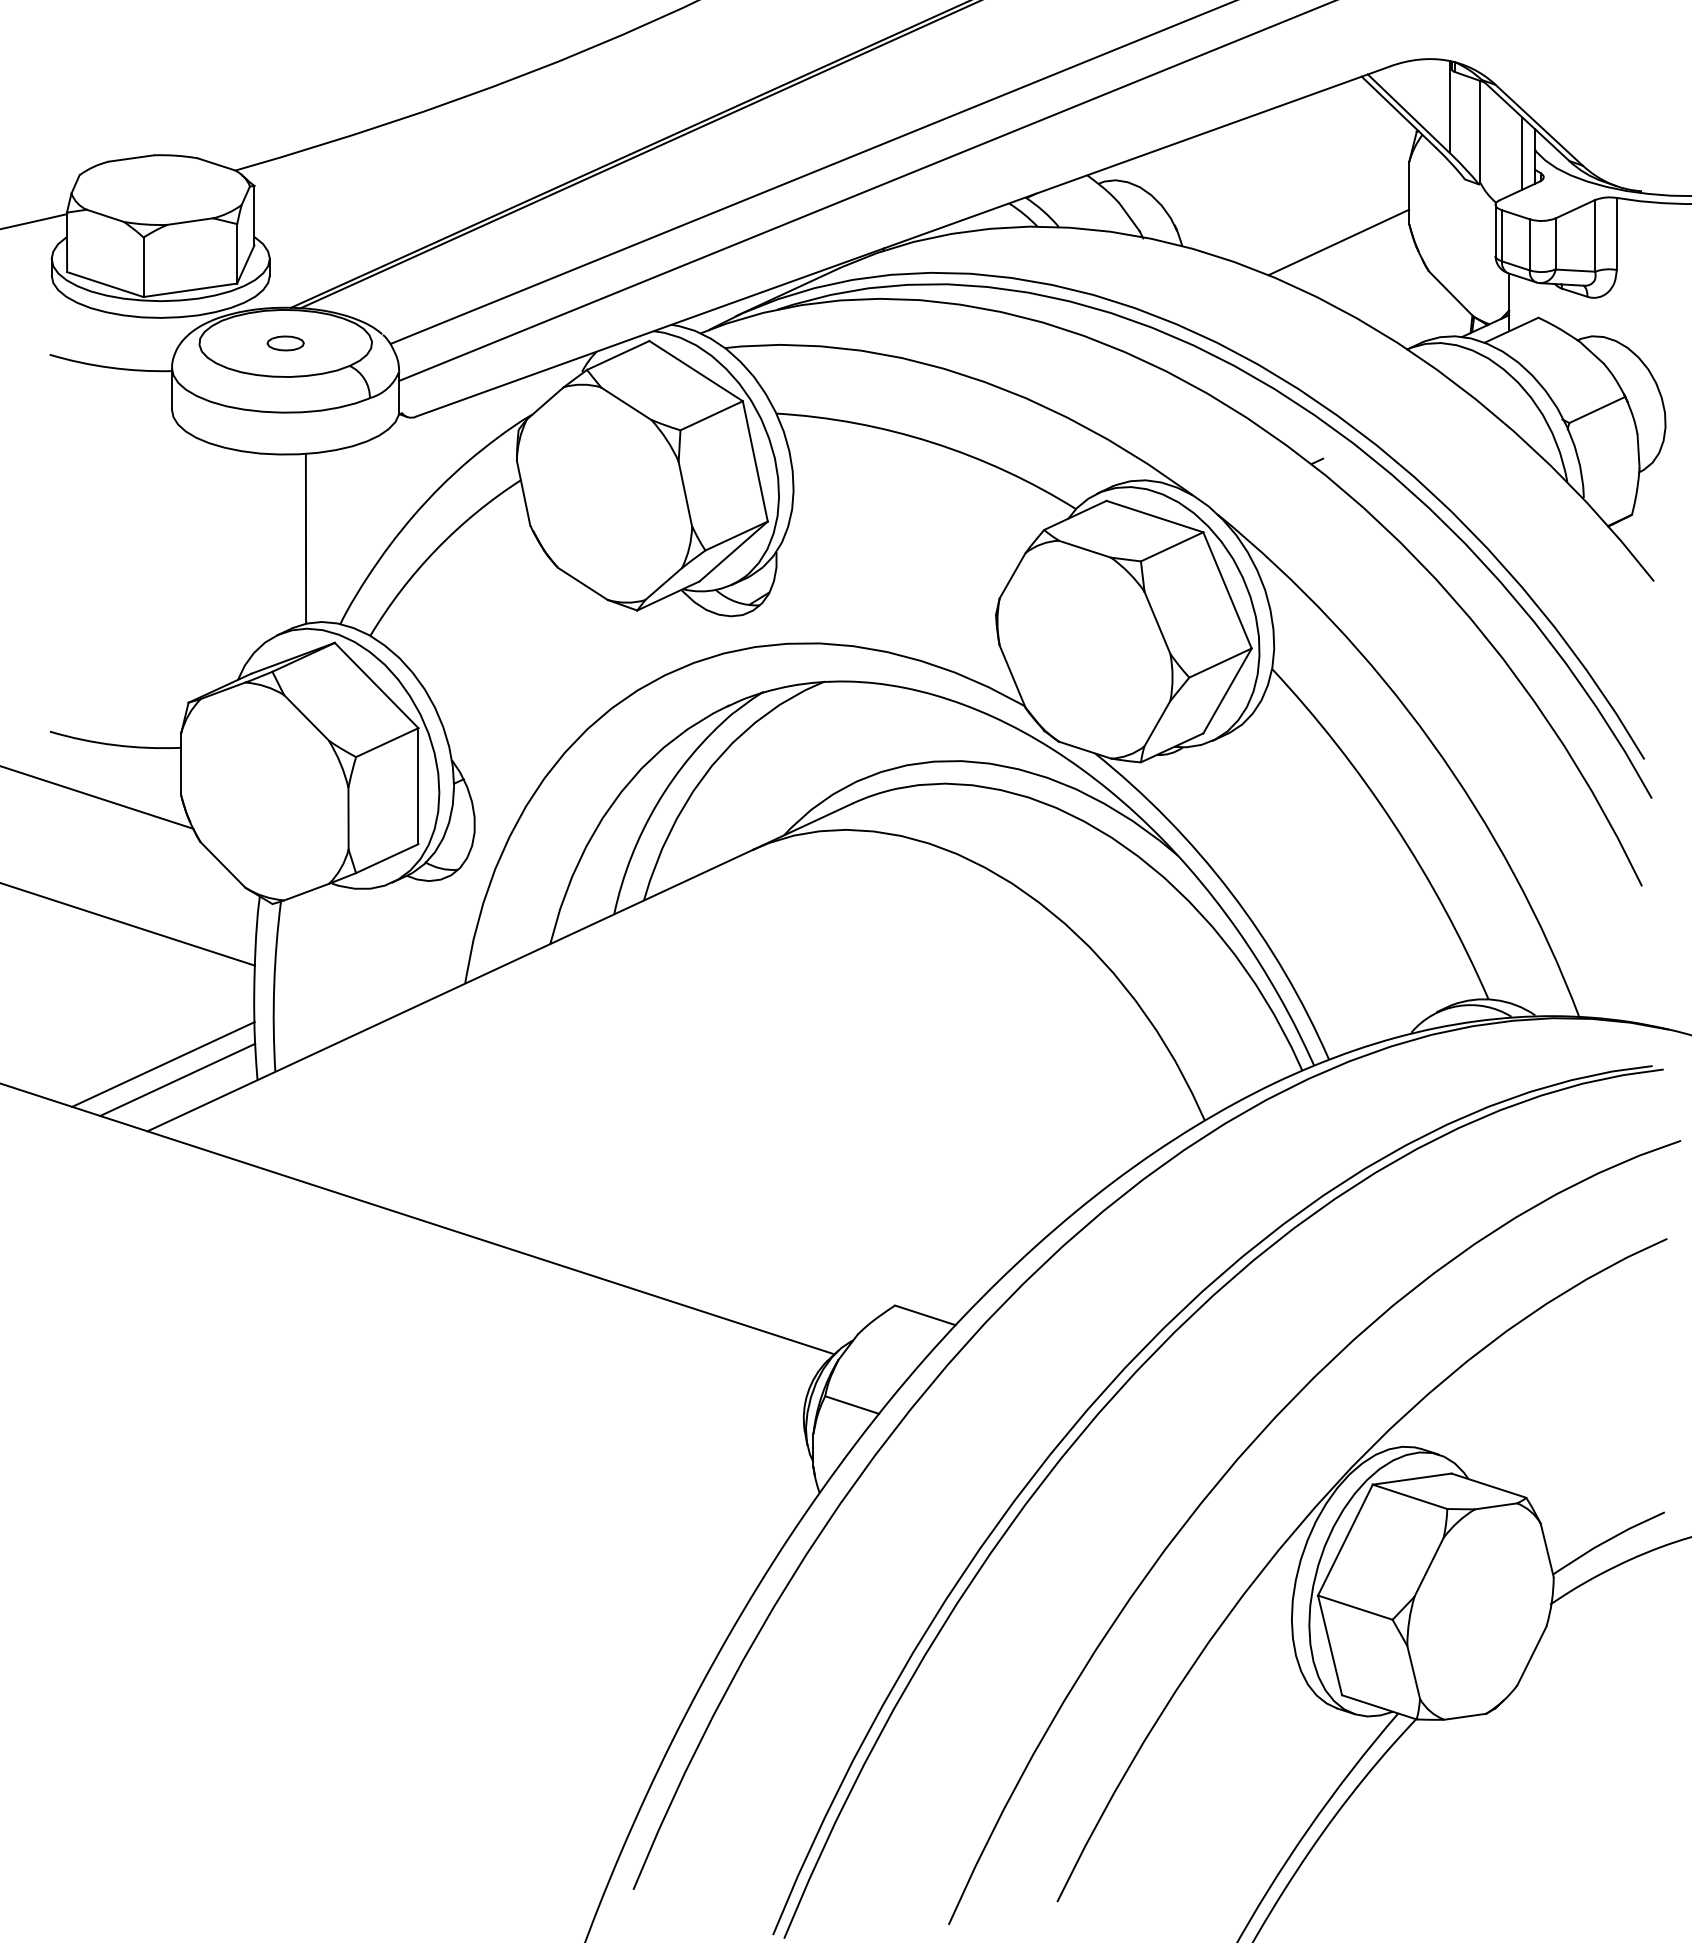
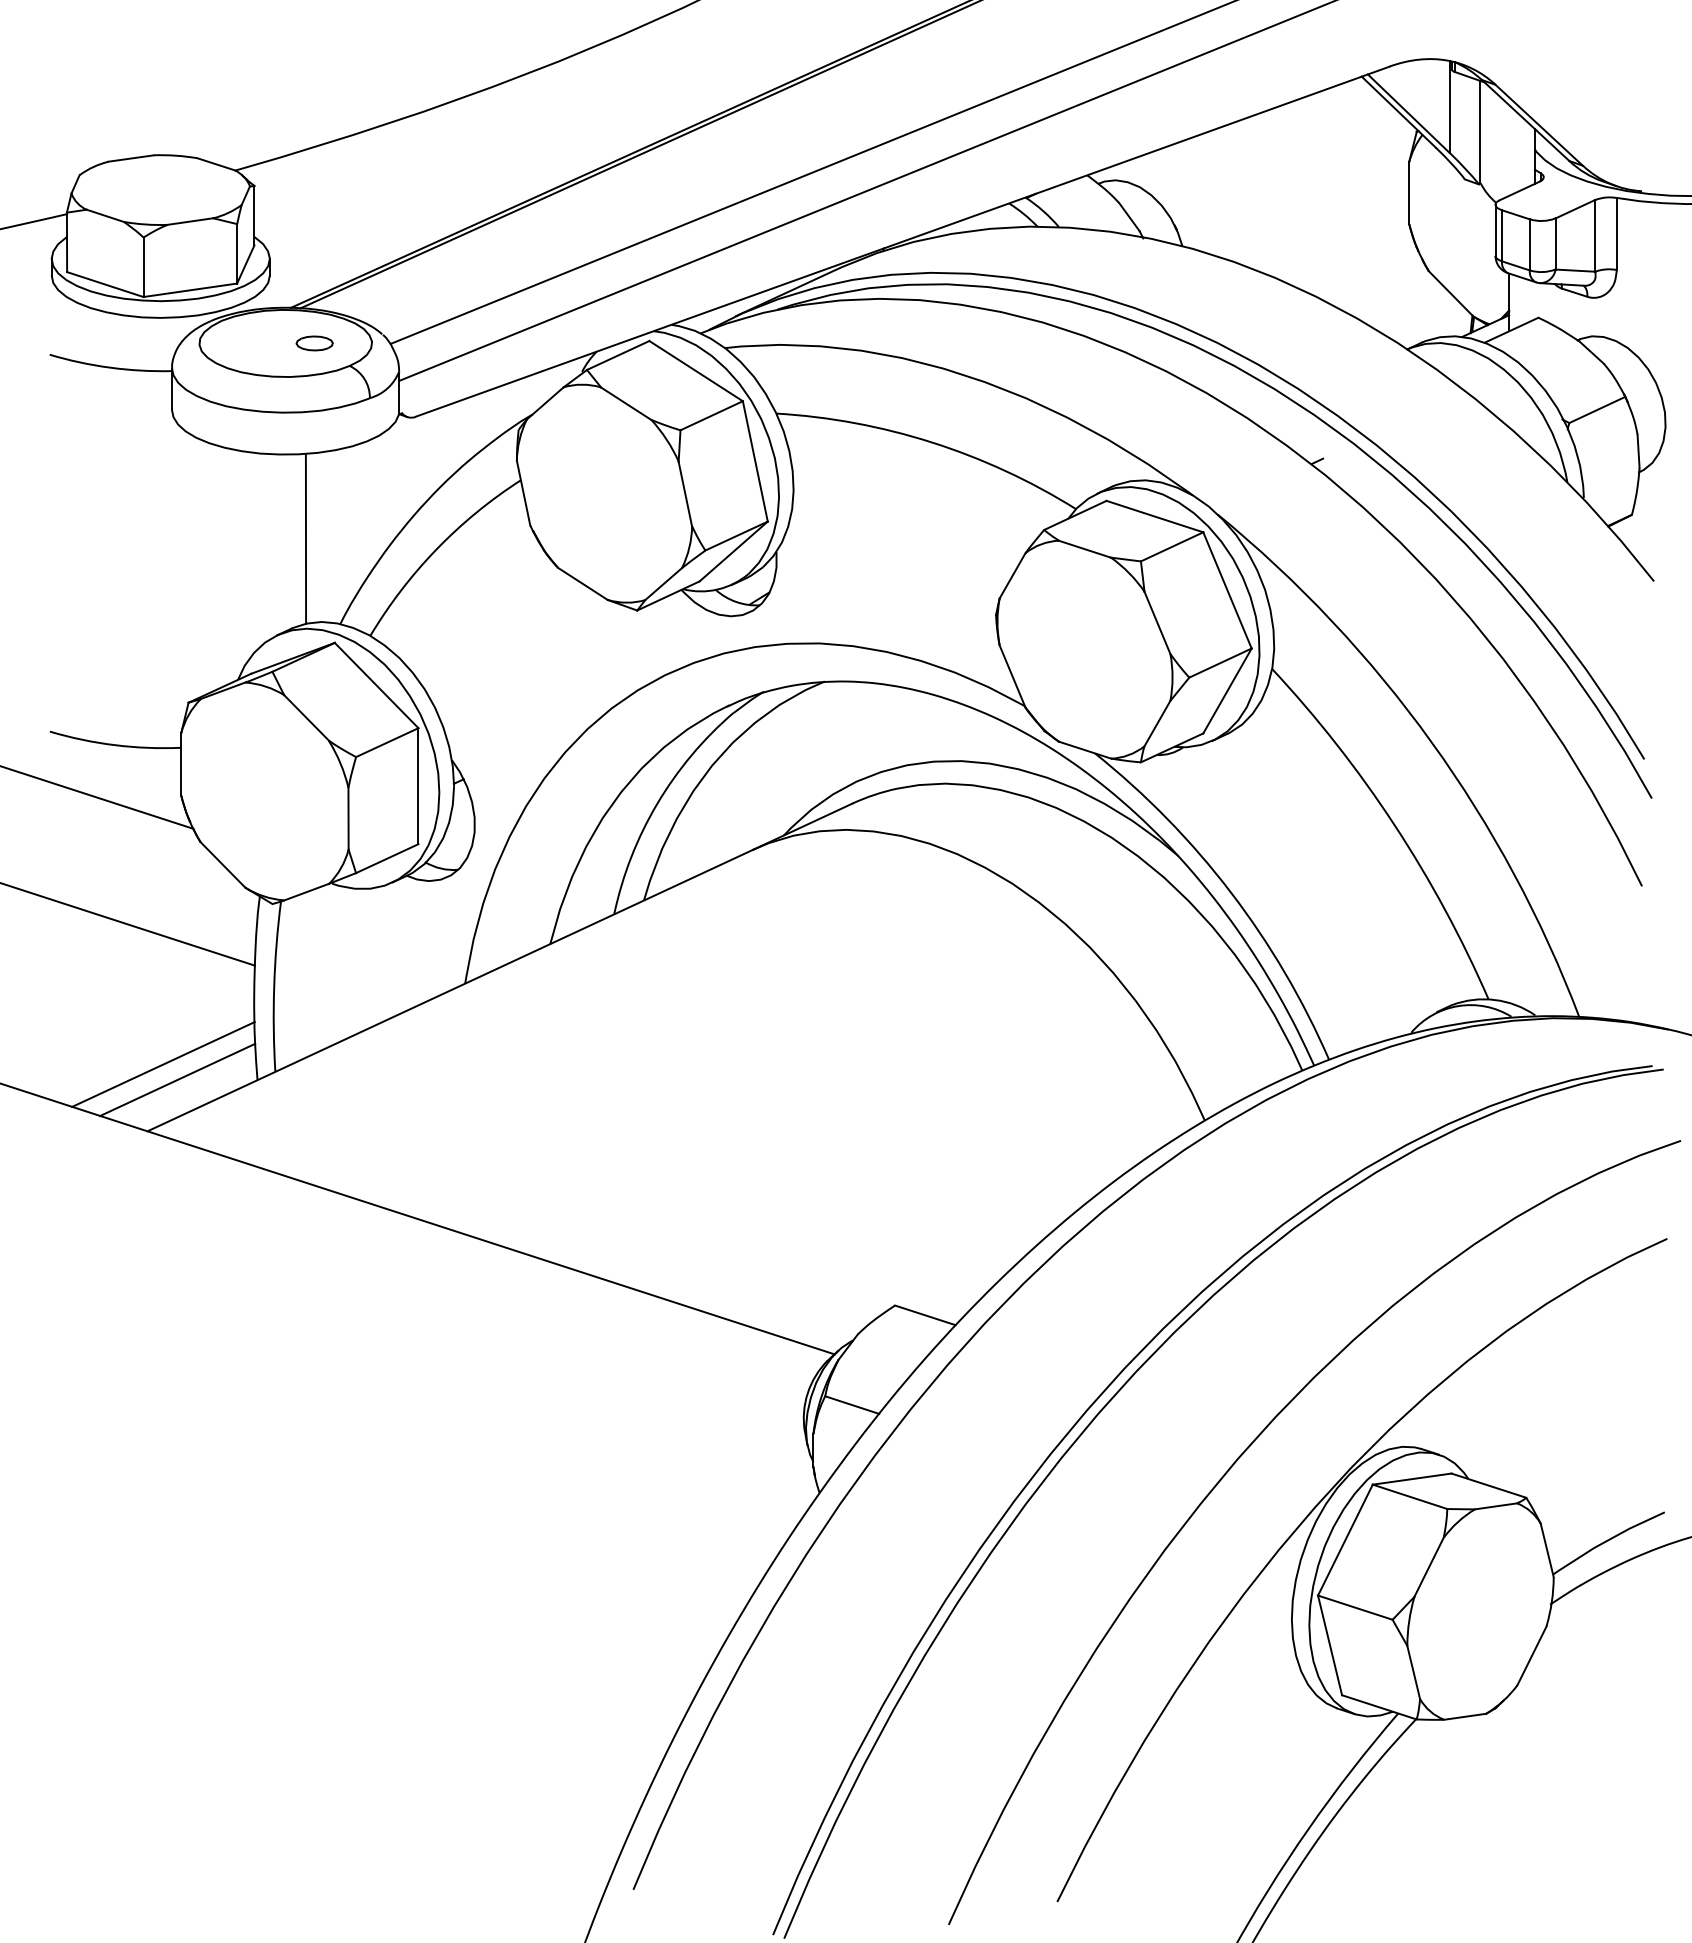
line at (1522, 153): present -> none
line at (1338, 242): present -> none
part at (285, 343) position: (285, 343) -> (314, 343)
